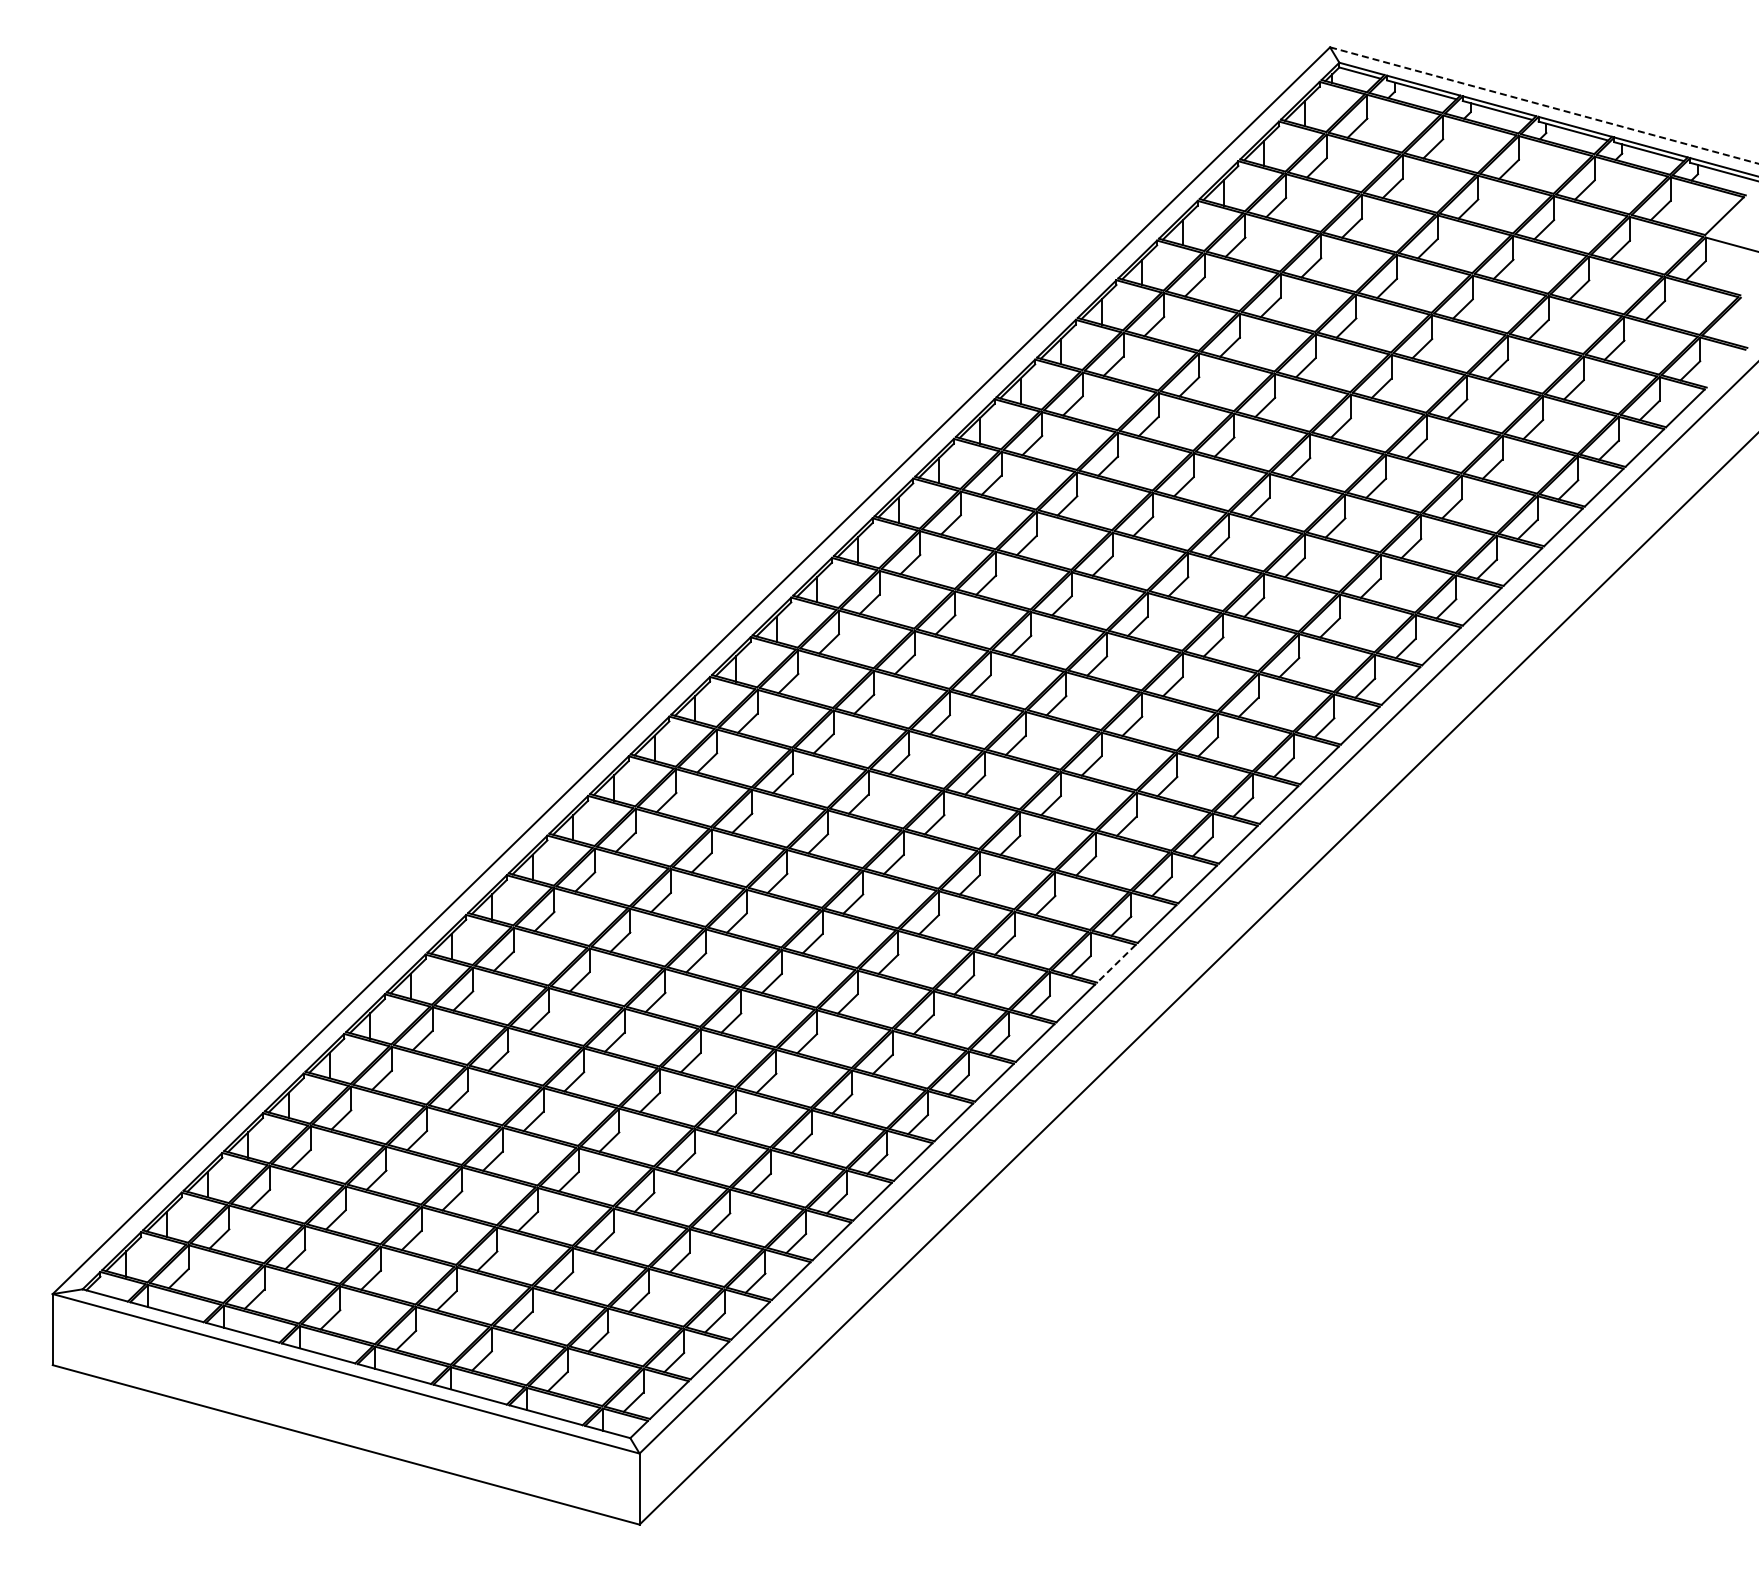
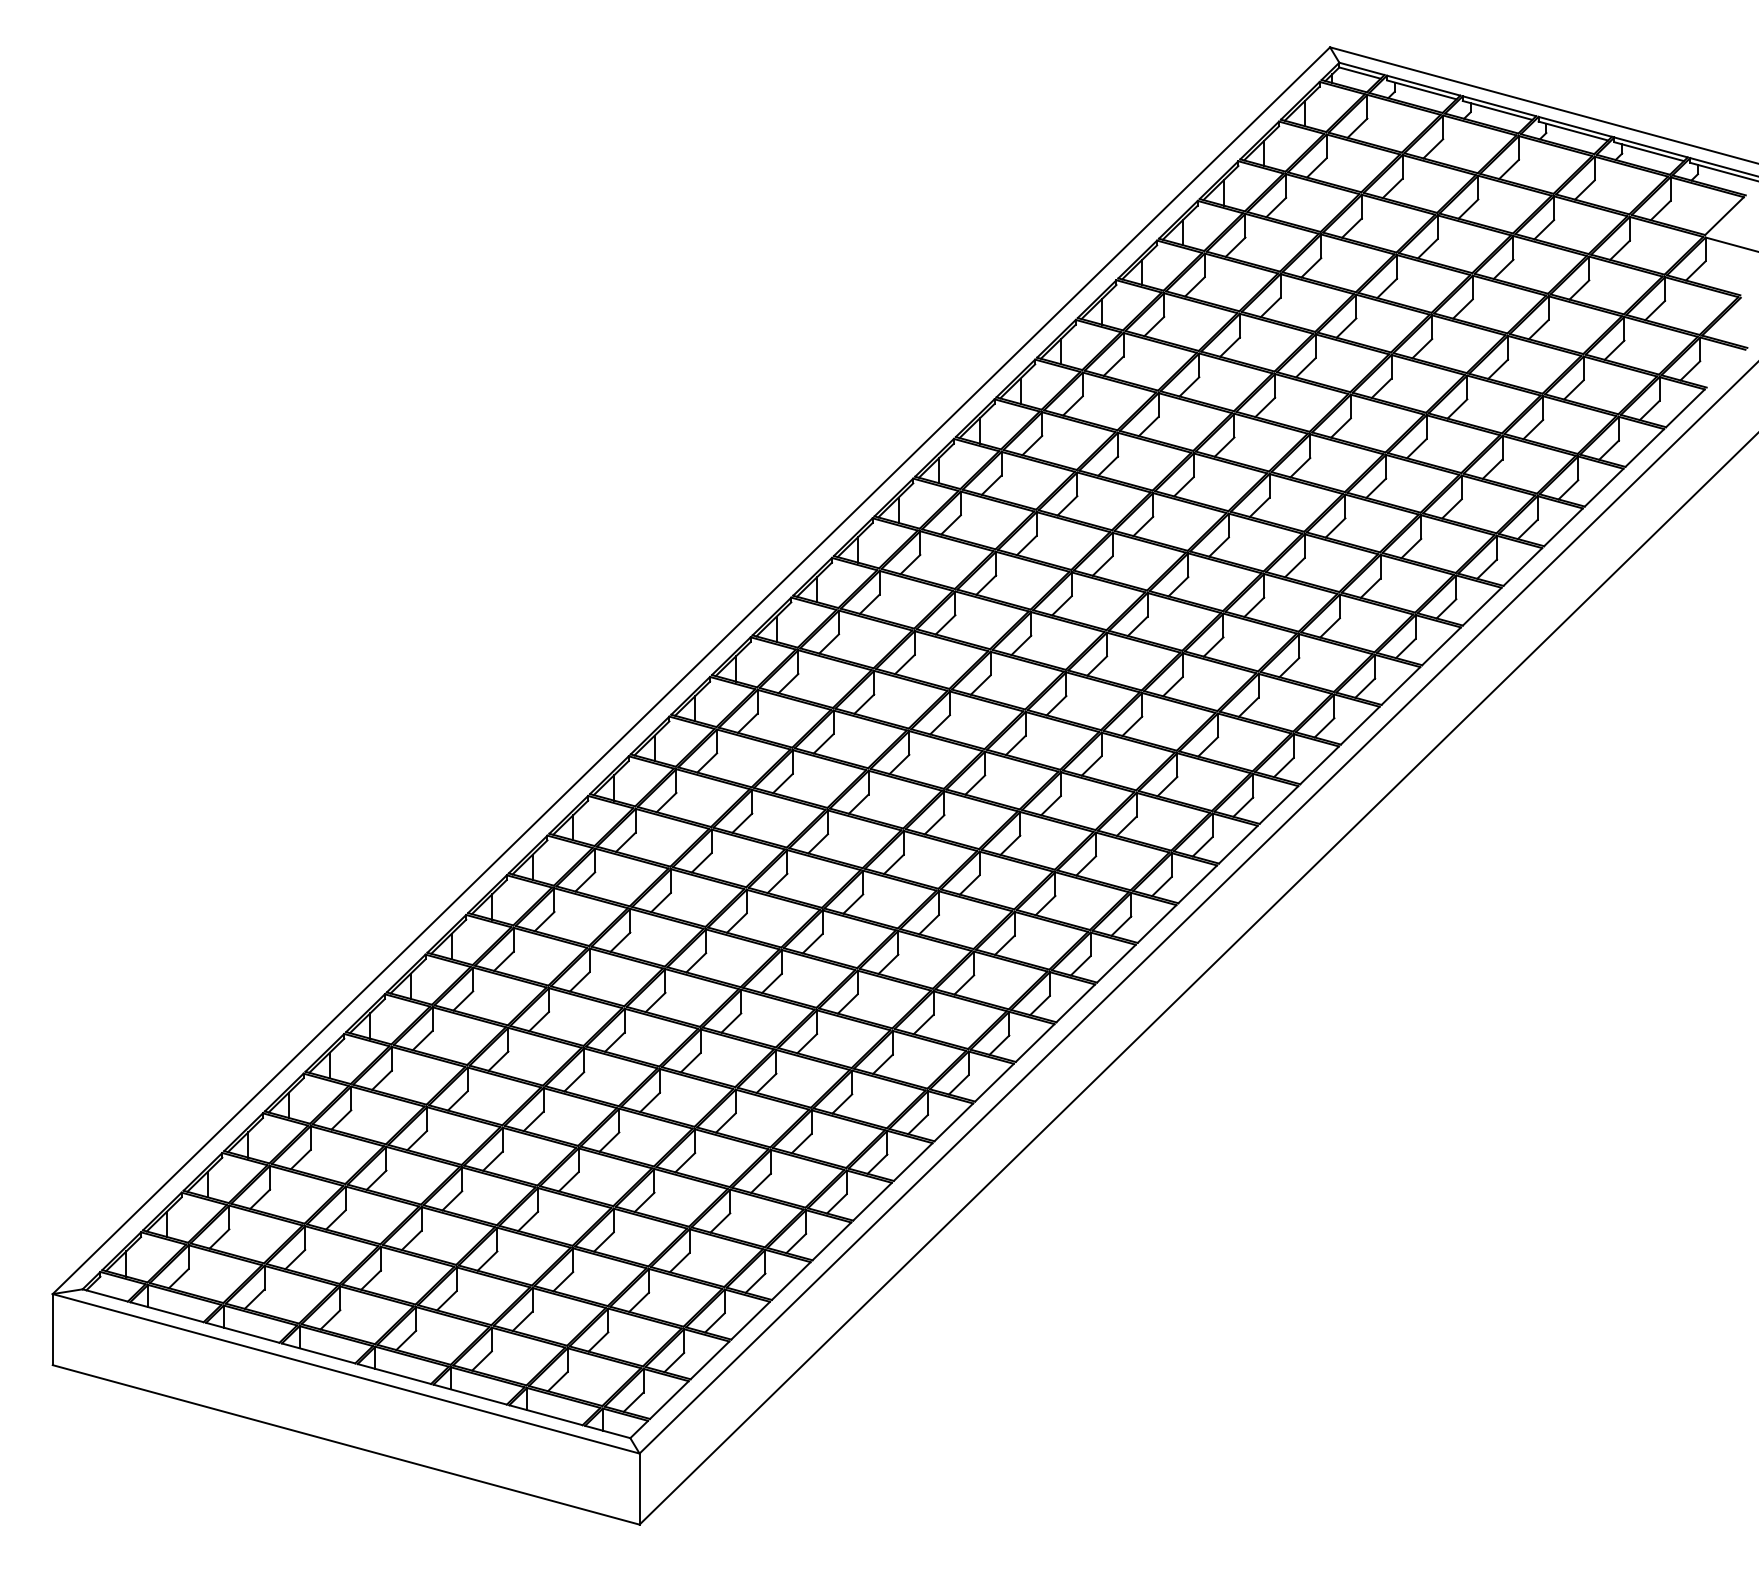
line at (1544, 105): dashed -> solid
line at (1116, 964): dashed -> solid
